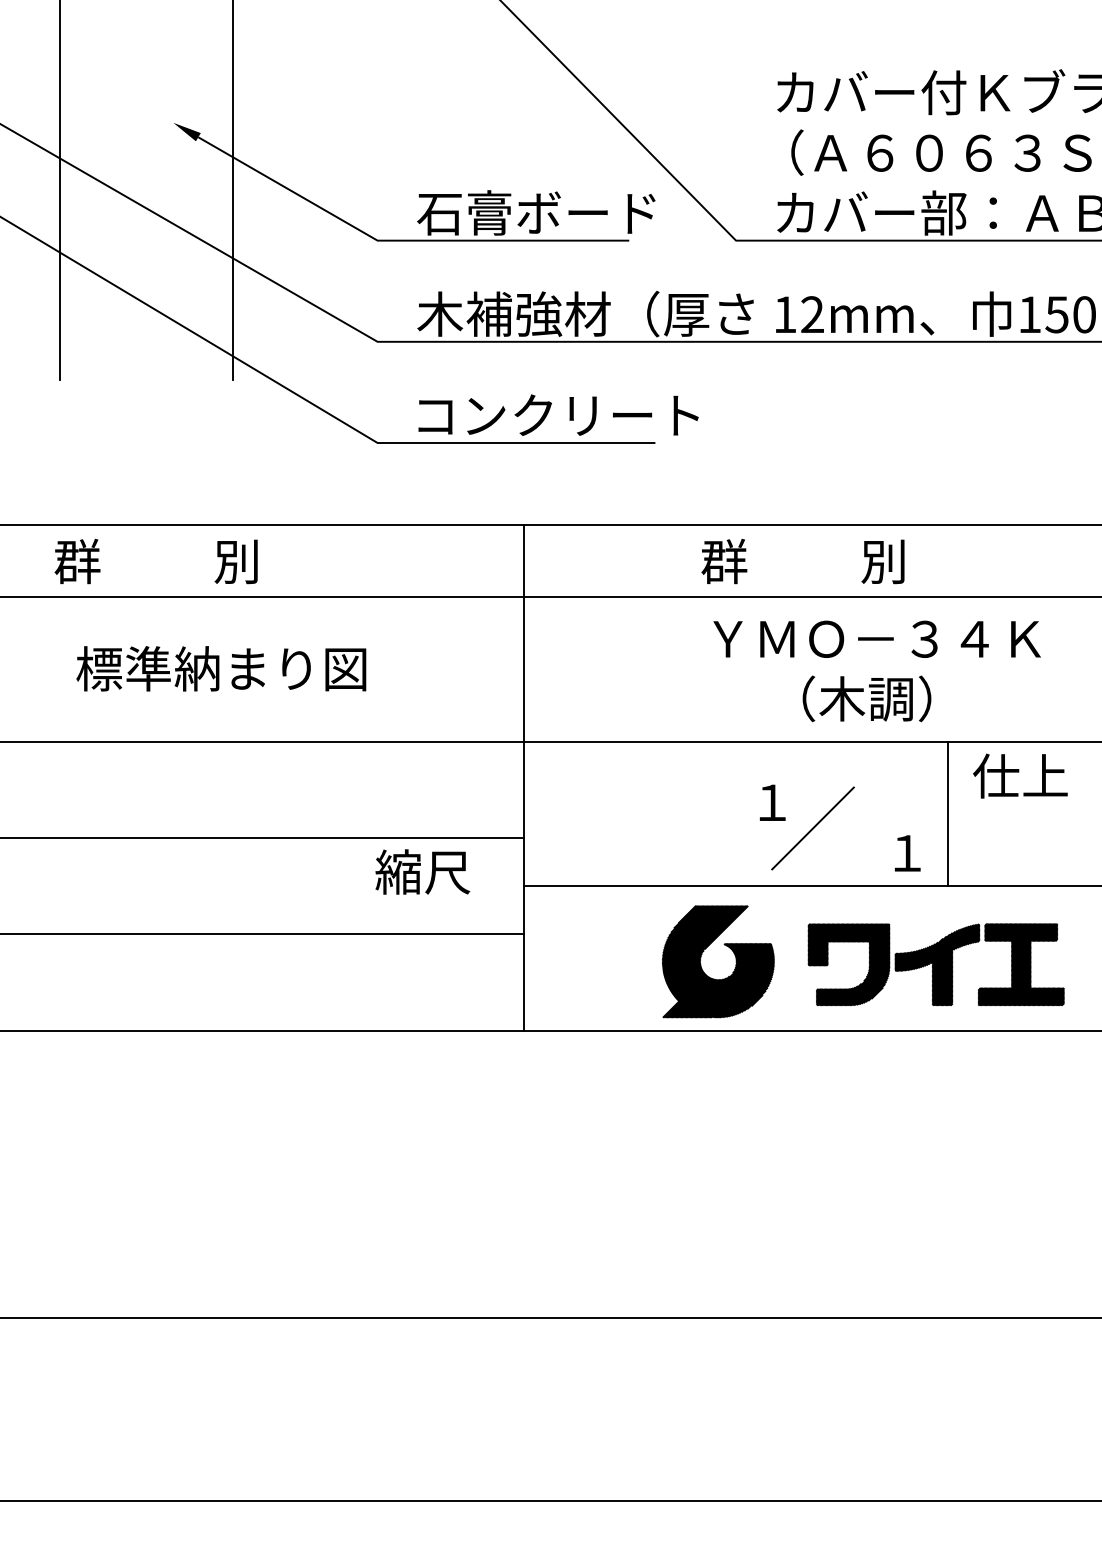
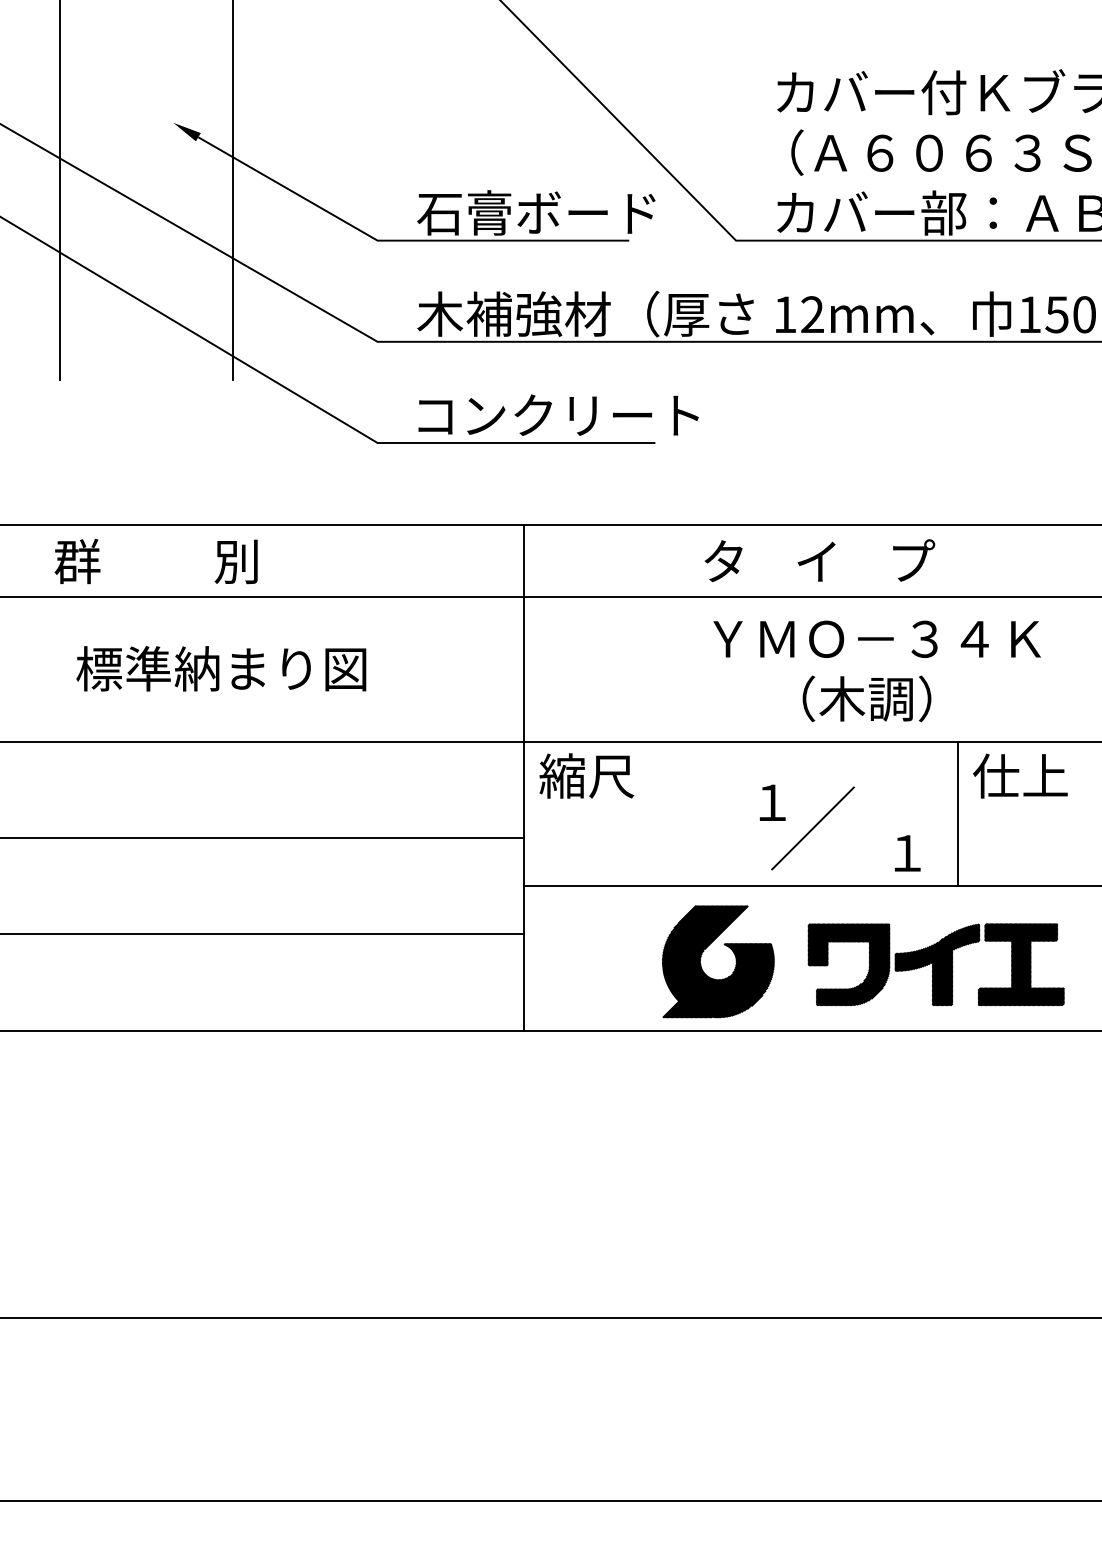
text at (818, 561): 群          別 -> タ    イ    プ
line at (947, 813) position: (947, 813) -> (957, 813)
text at (422, 871) position: (422, 871) -> (586, 775)
